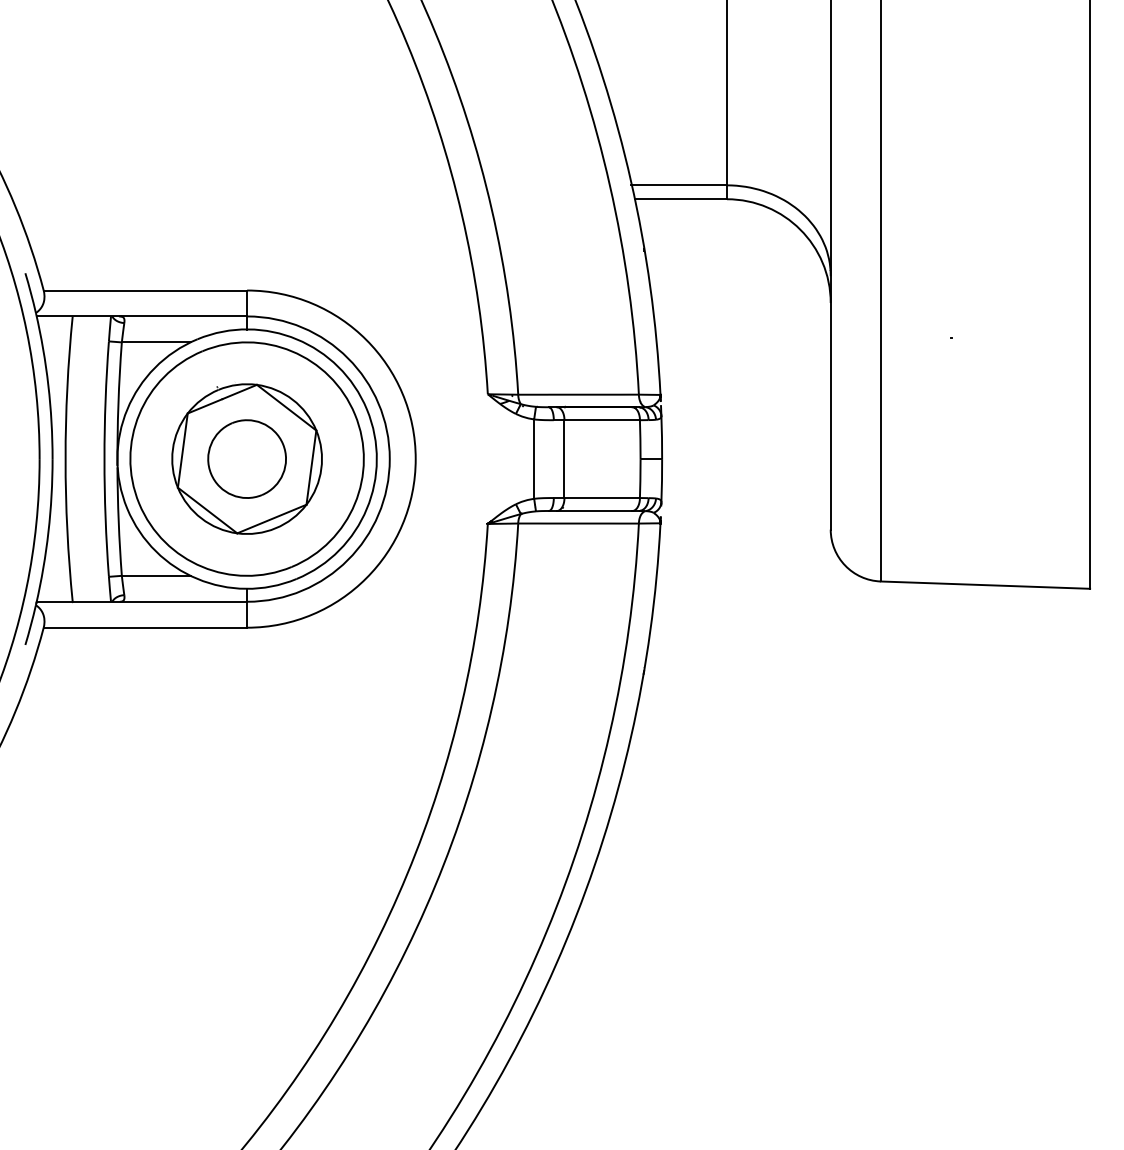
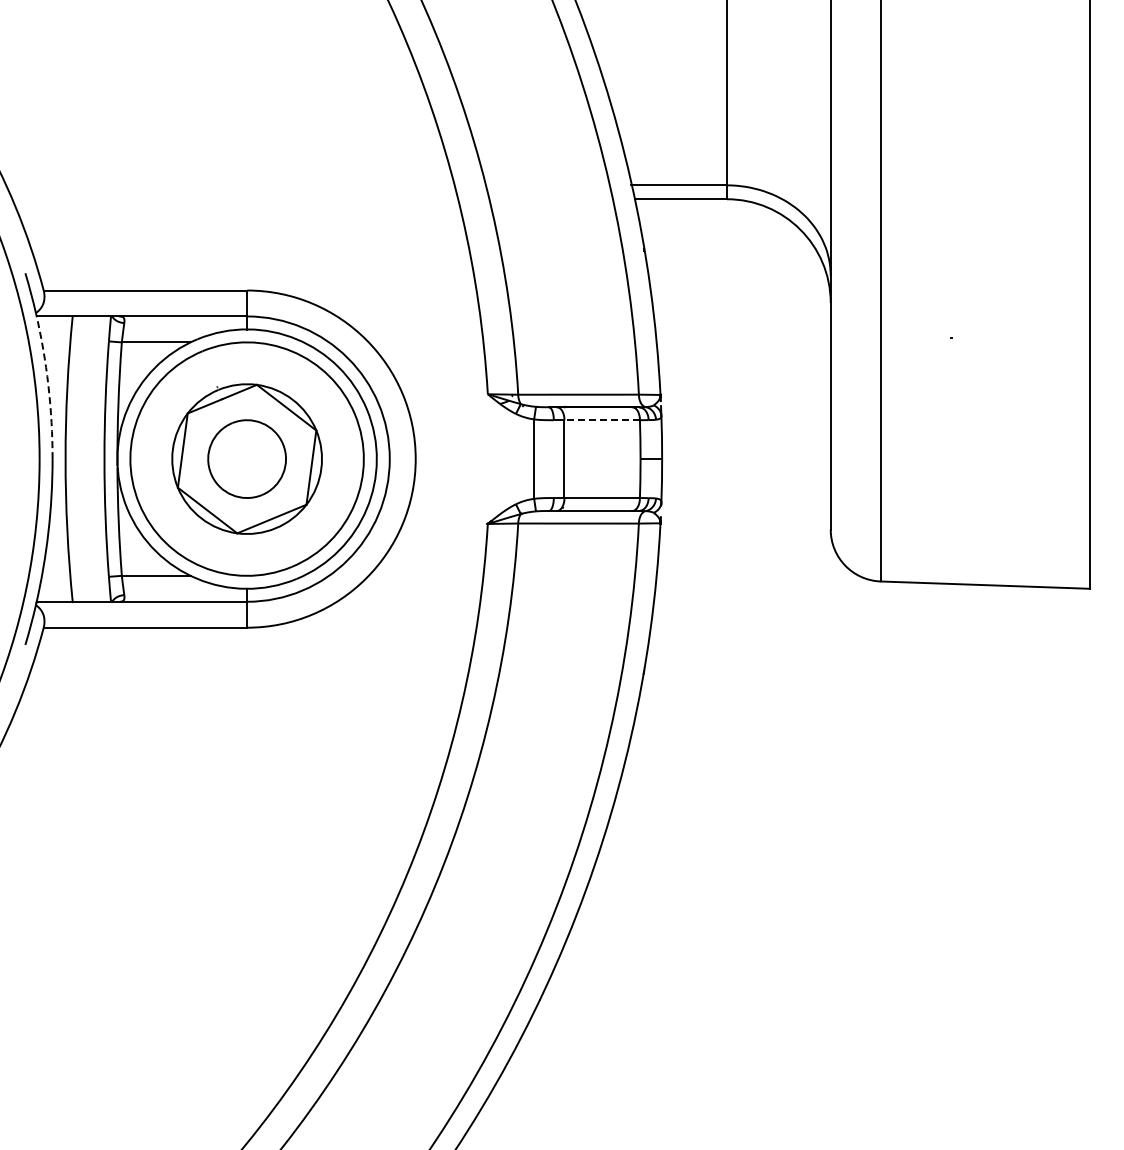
arc at (48, 385): solid -> dashed
line at (602, 420): solid -> dashed
